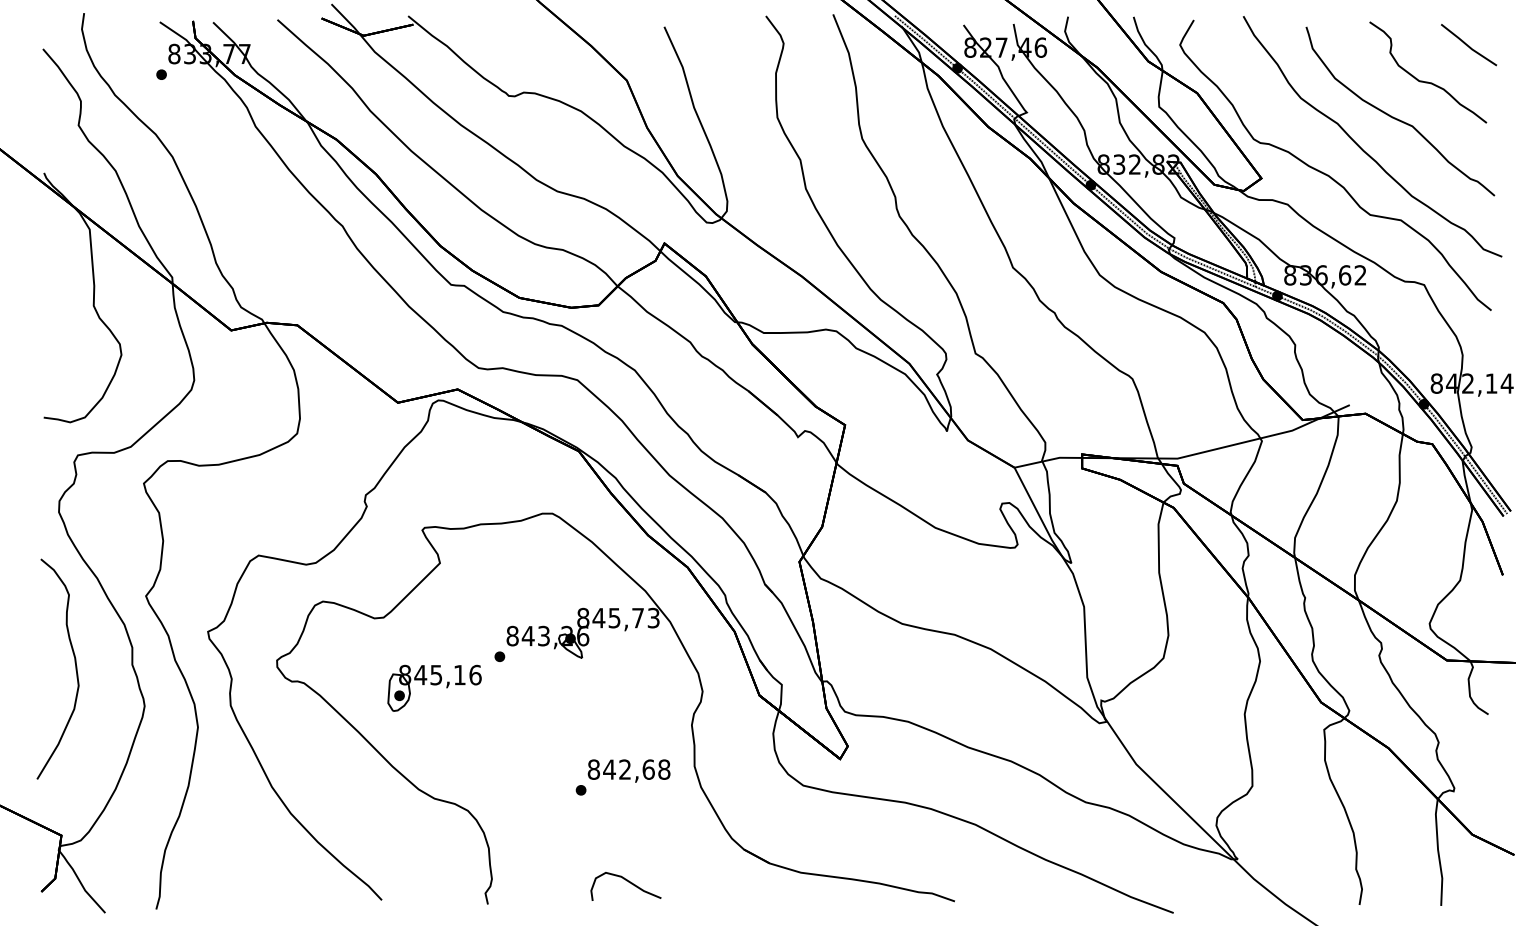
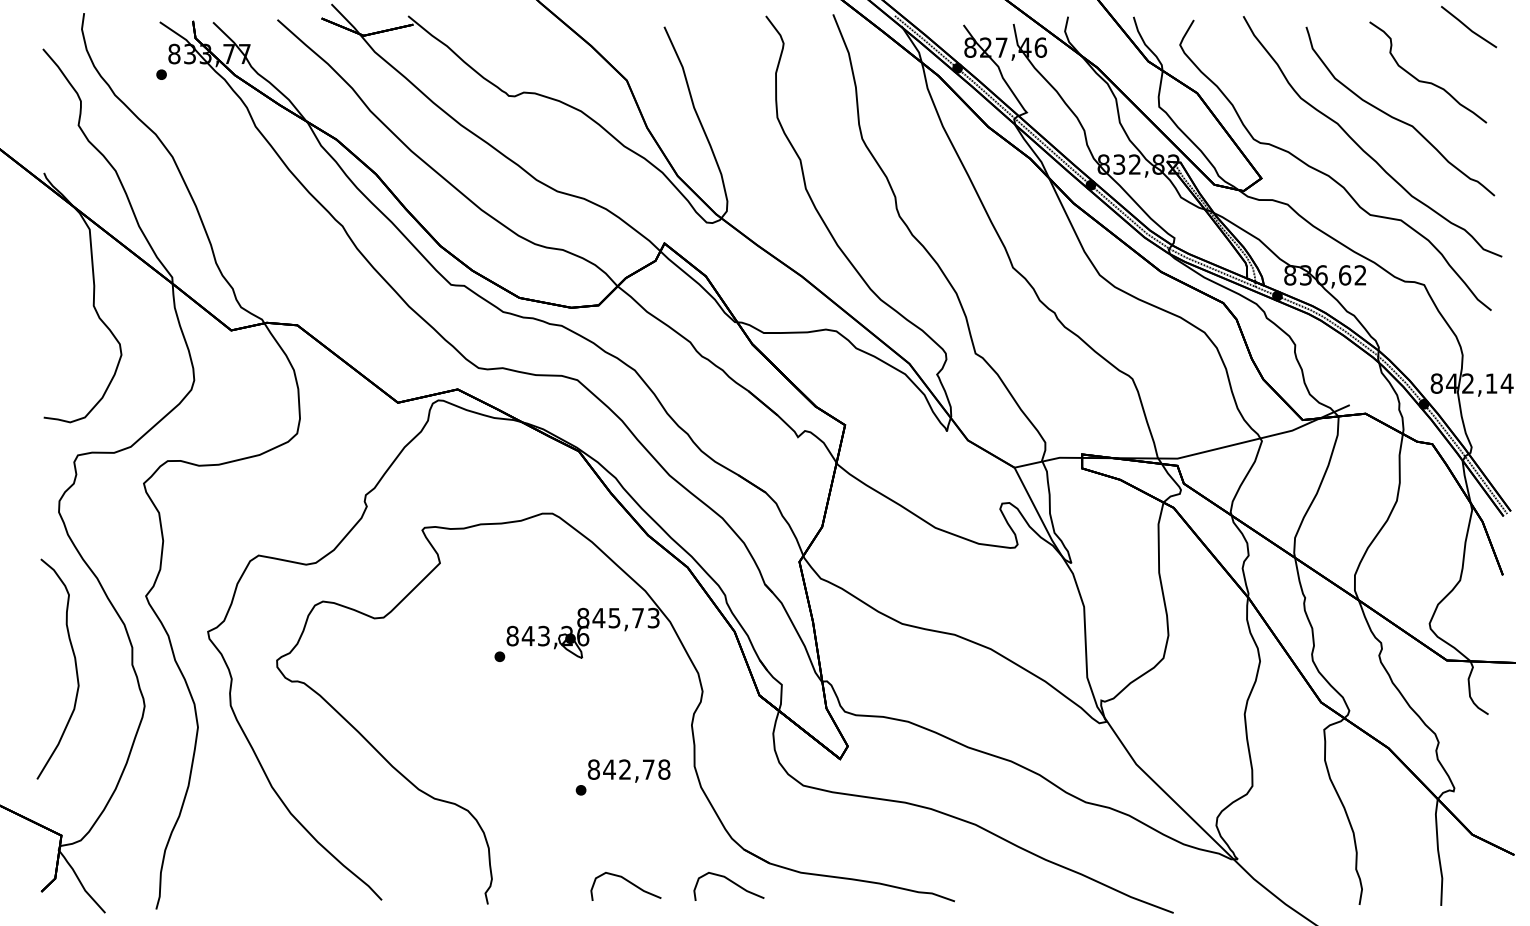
part at (1469, 45) position: (1469, 45) -> (1469, 27)
part at (434, 687): present -> none
text at (648, 769): 842,68 -> 842,78
part at (728, 886): none -> present
